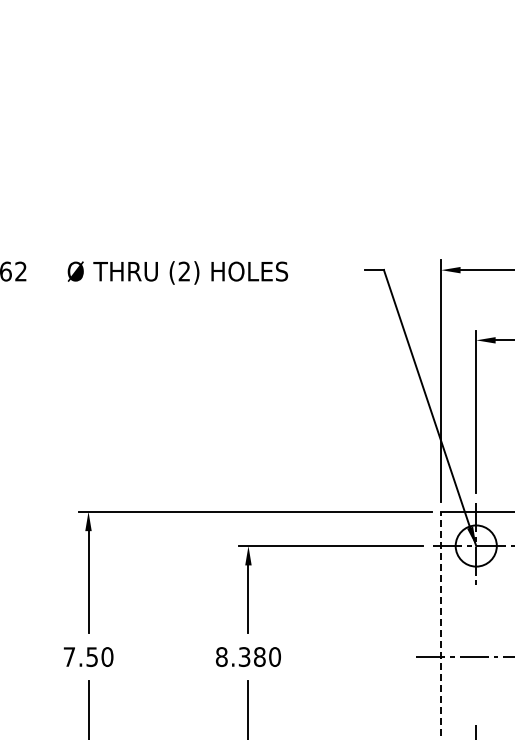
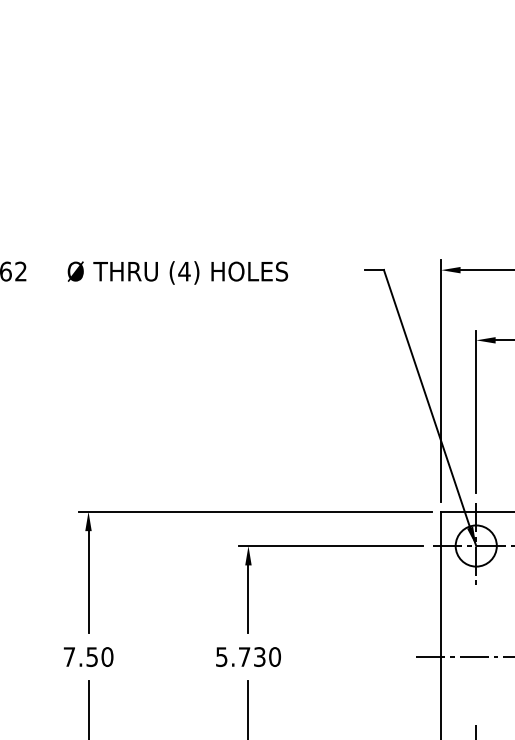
text at (184, 271): (2) -> (4)
line at (441, 625): dashed -> solid
text at (240, 657): 8.380 -> 5.730
